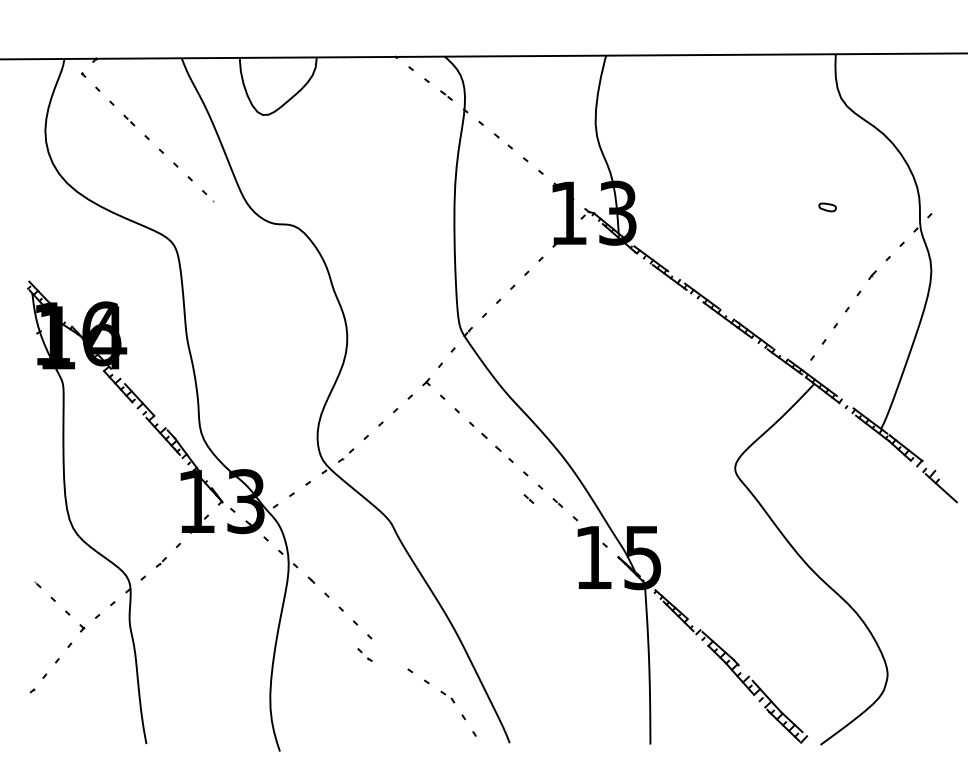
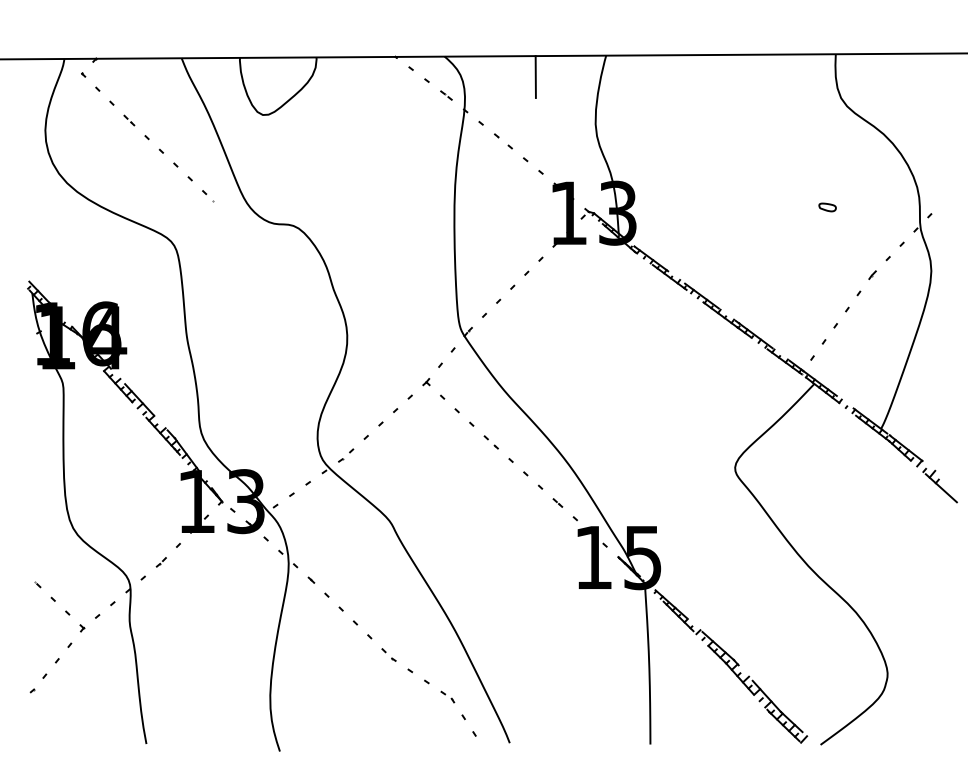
line at (535, 76): none -> present
part at (491, 441) size: 21x20 px -> 16x15 px
line at (528, 498): present -> none
part at (364, 654) position: (364, 654) -> (388, 654)
